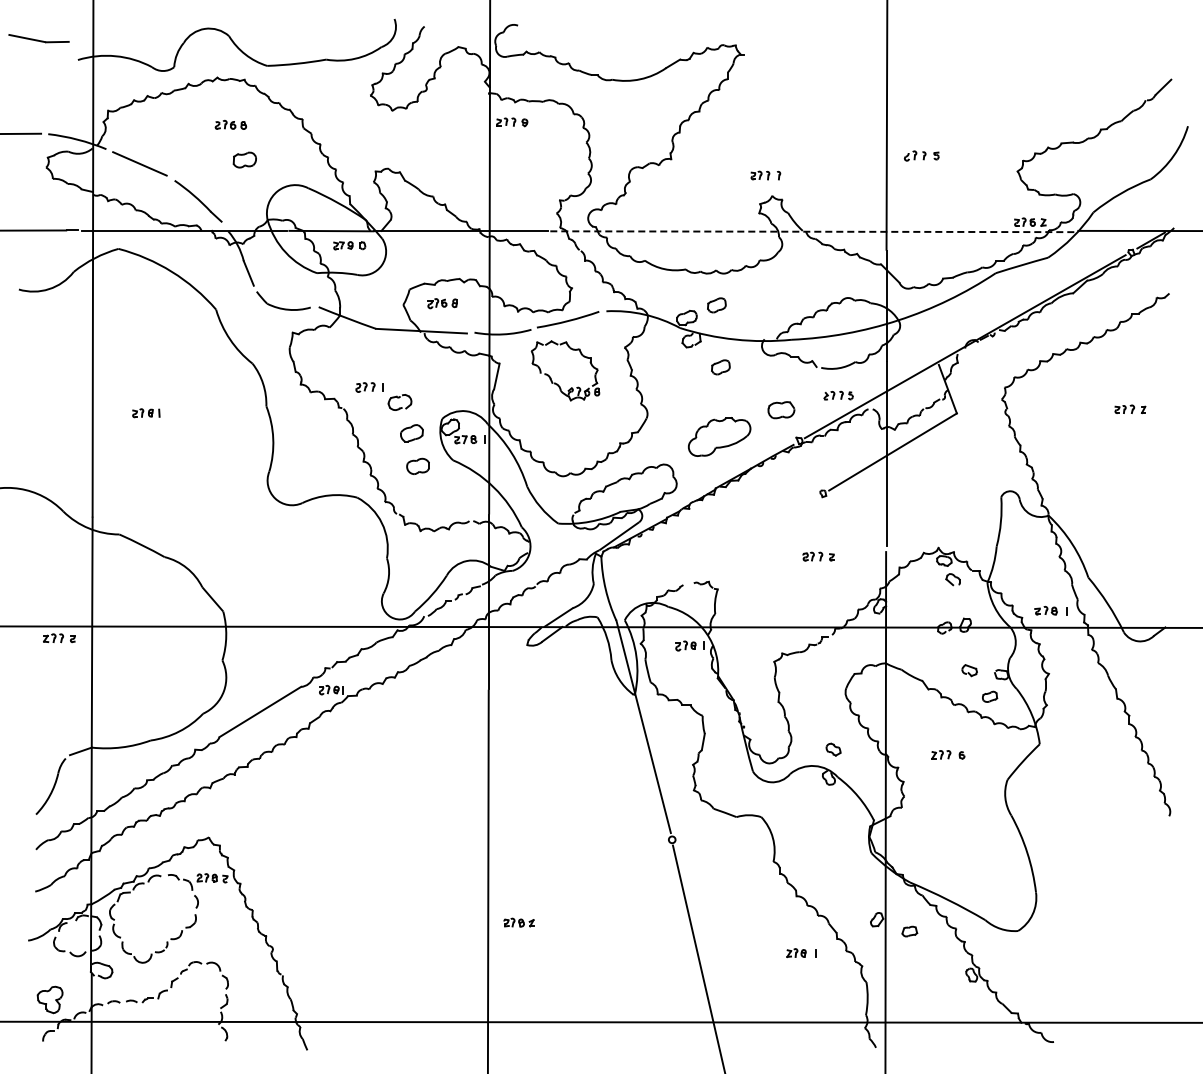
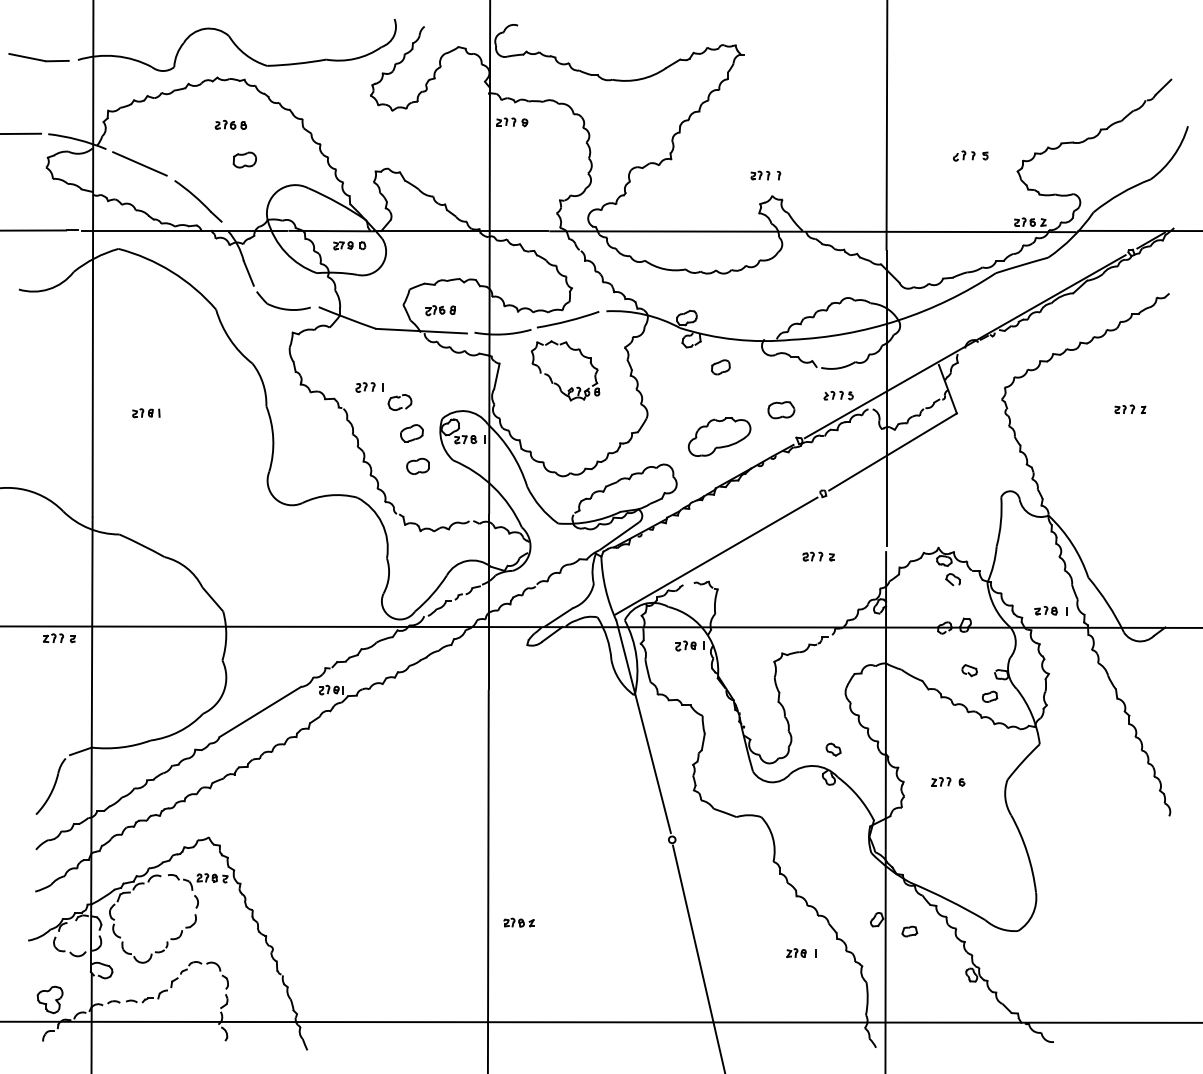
part at (38, 38) position: (38, 38) -> (38, 57)
part at (921, 155) position: (921, 155) -> (970, 155)
line at (813, 231): dashed -> solid
part at (442, 303) position: (442, 303) -> (440, 310)
part at (716, 305): present -> none
line at (716, 555): none -> present
part at (948, 754) position: (948, 754) -> (948, 781)
